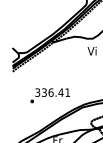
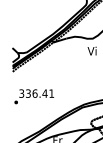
text at (49, 95) position: (49, 95) -> (33, 96)
